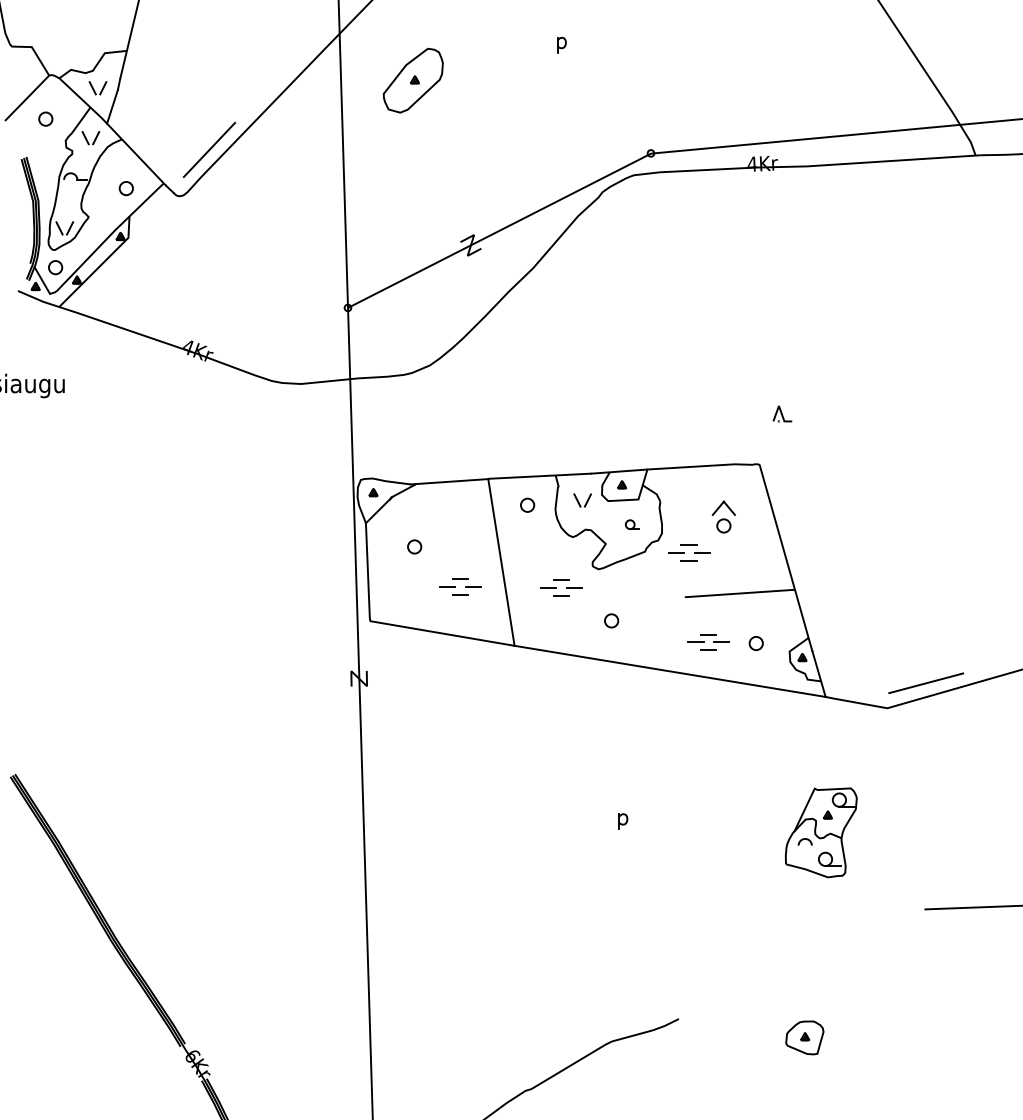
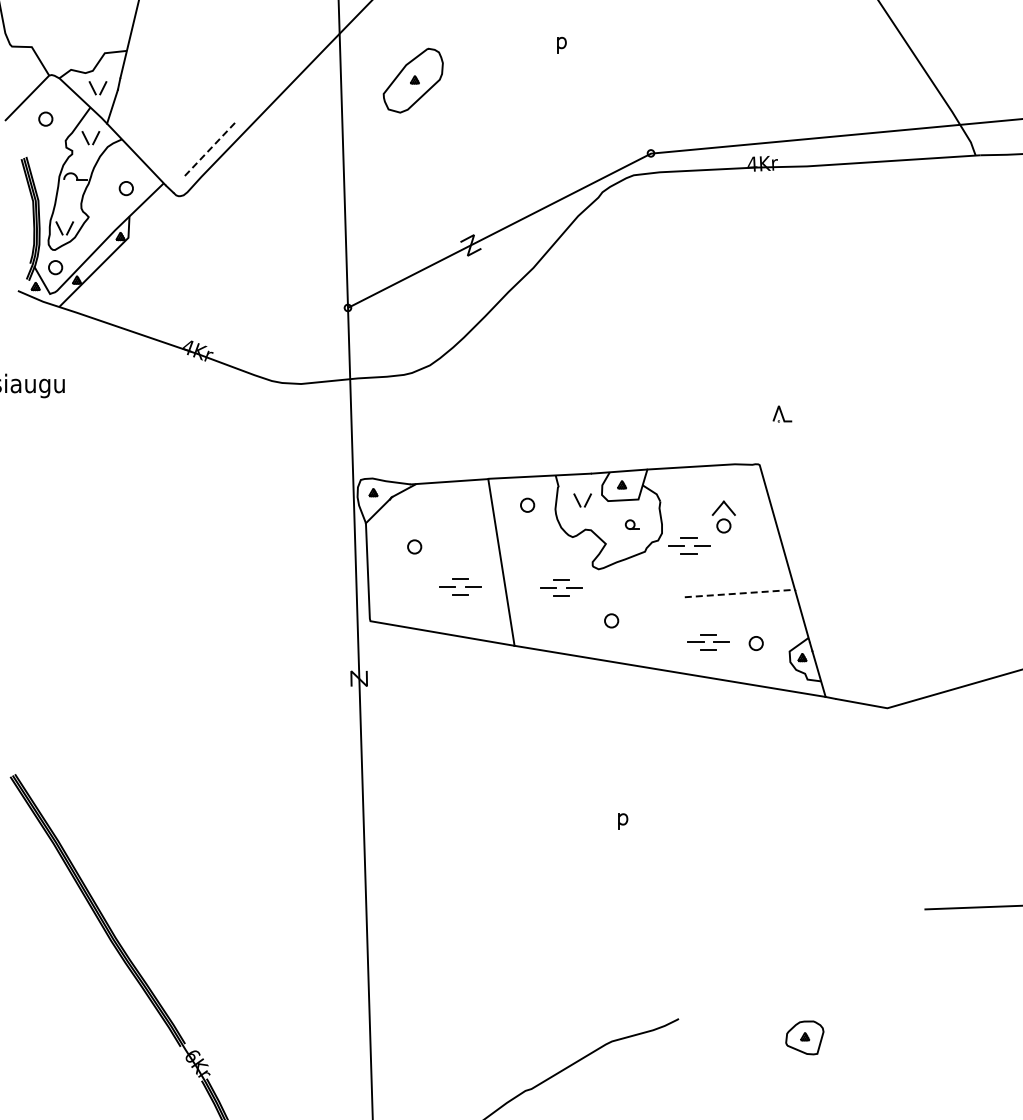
line at (209, 150): solid -> dashed
part at (689, 552) position: (689, 552) -> (689, 545)
line at (740, 593): solid -> dashed
line at (926, 683): present -> none
part at (820, 832): present -> none
